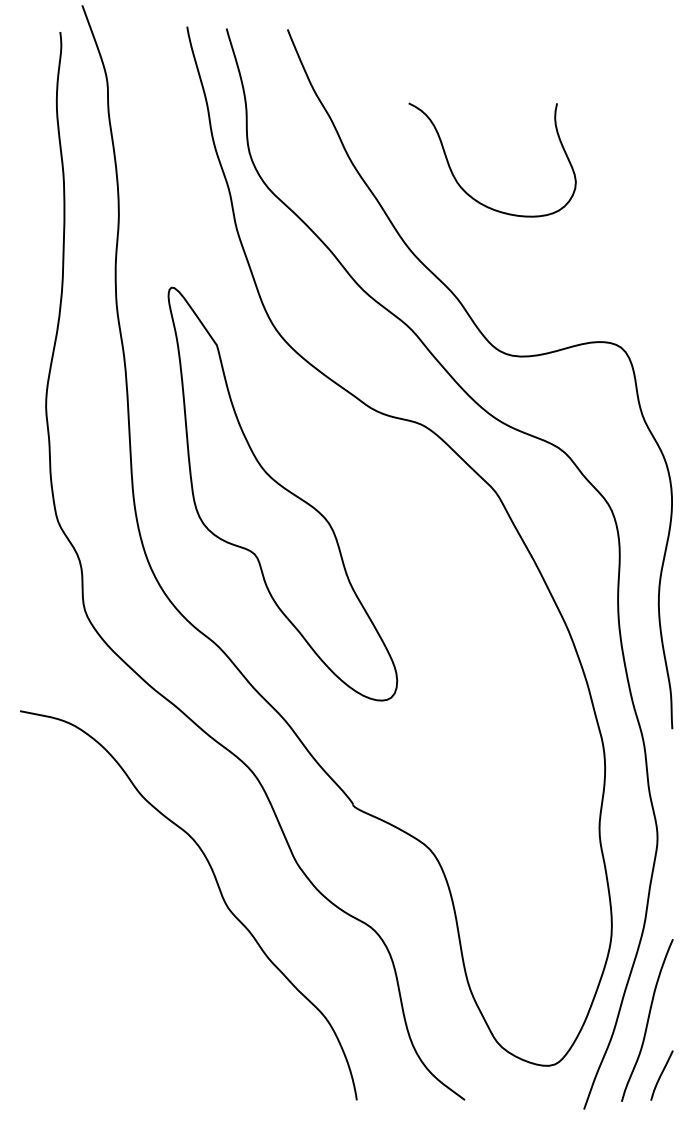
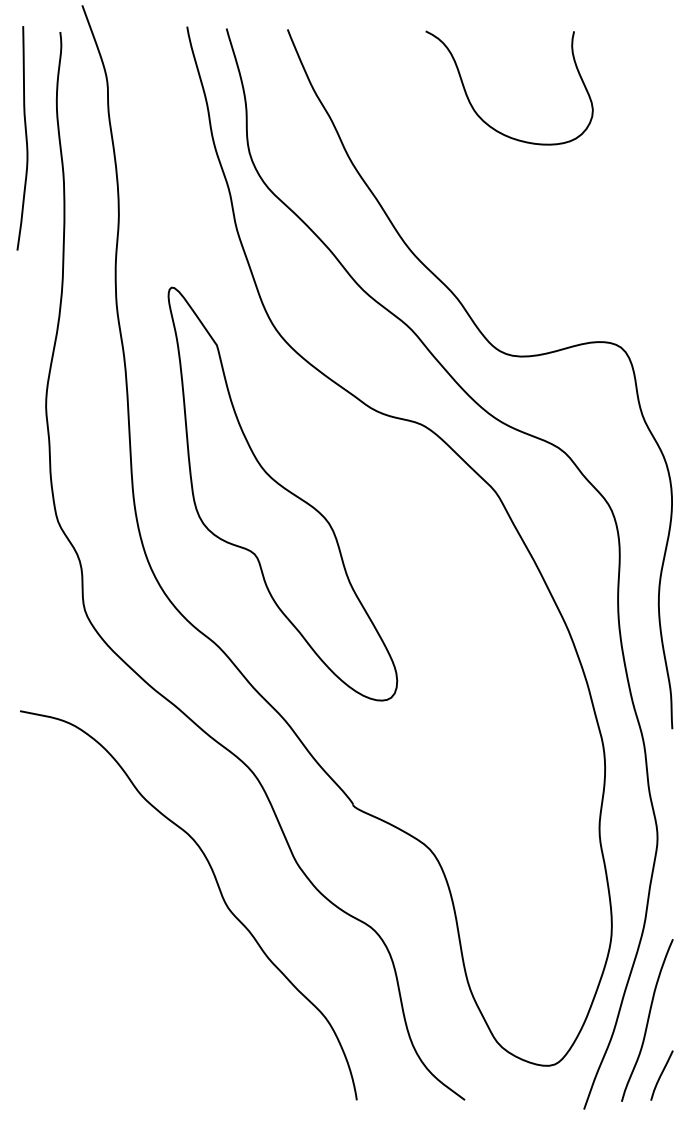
curve at (25, 138): none -> present
curve at (456, 178) position: (456, 178) -> (473, 106)
